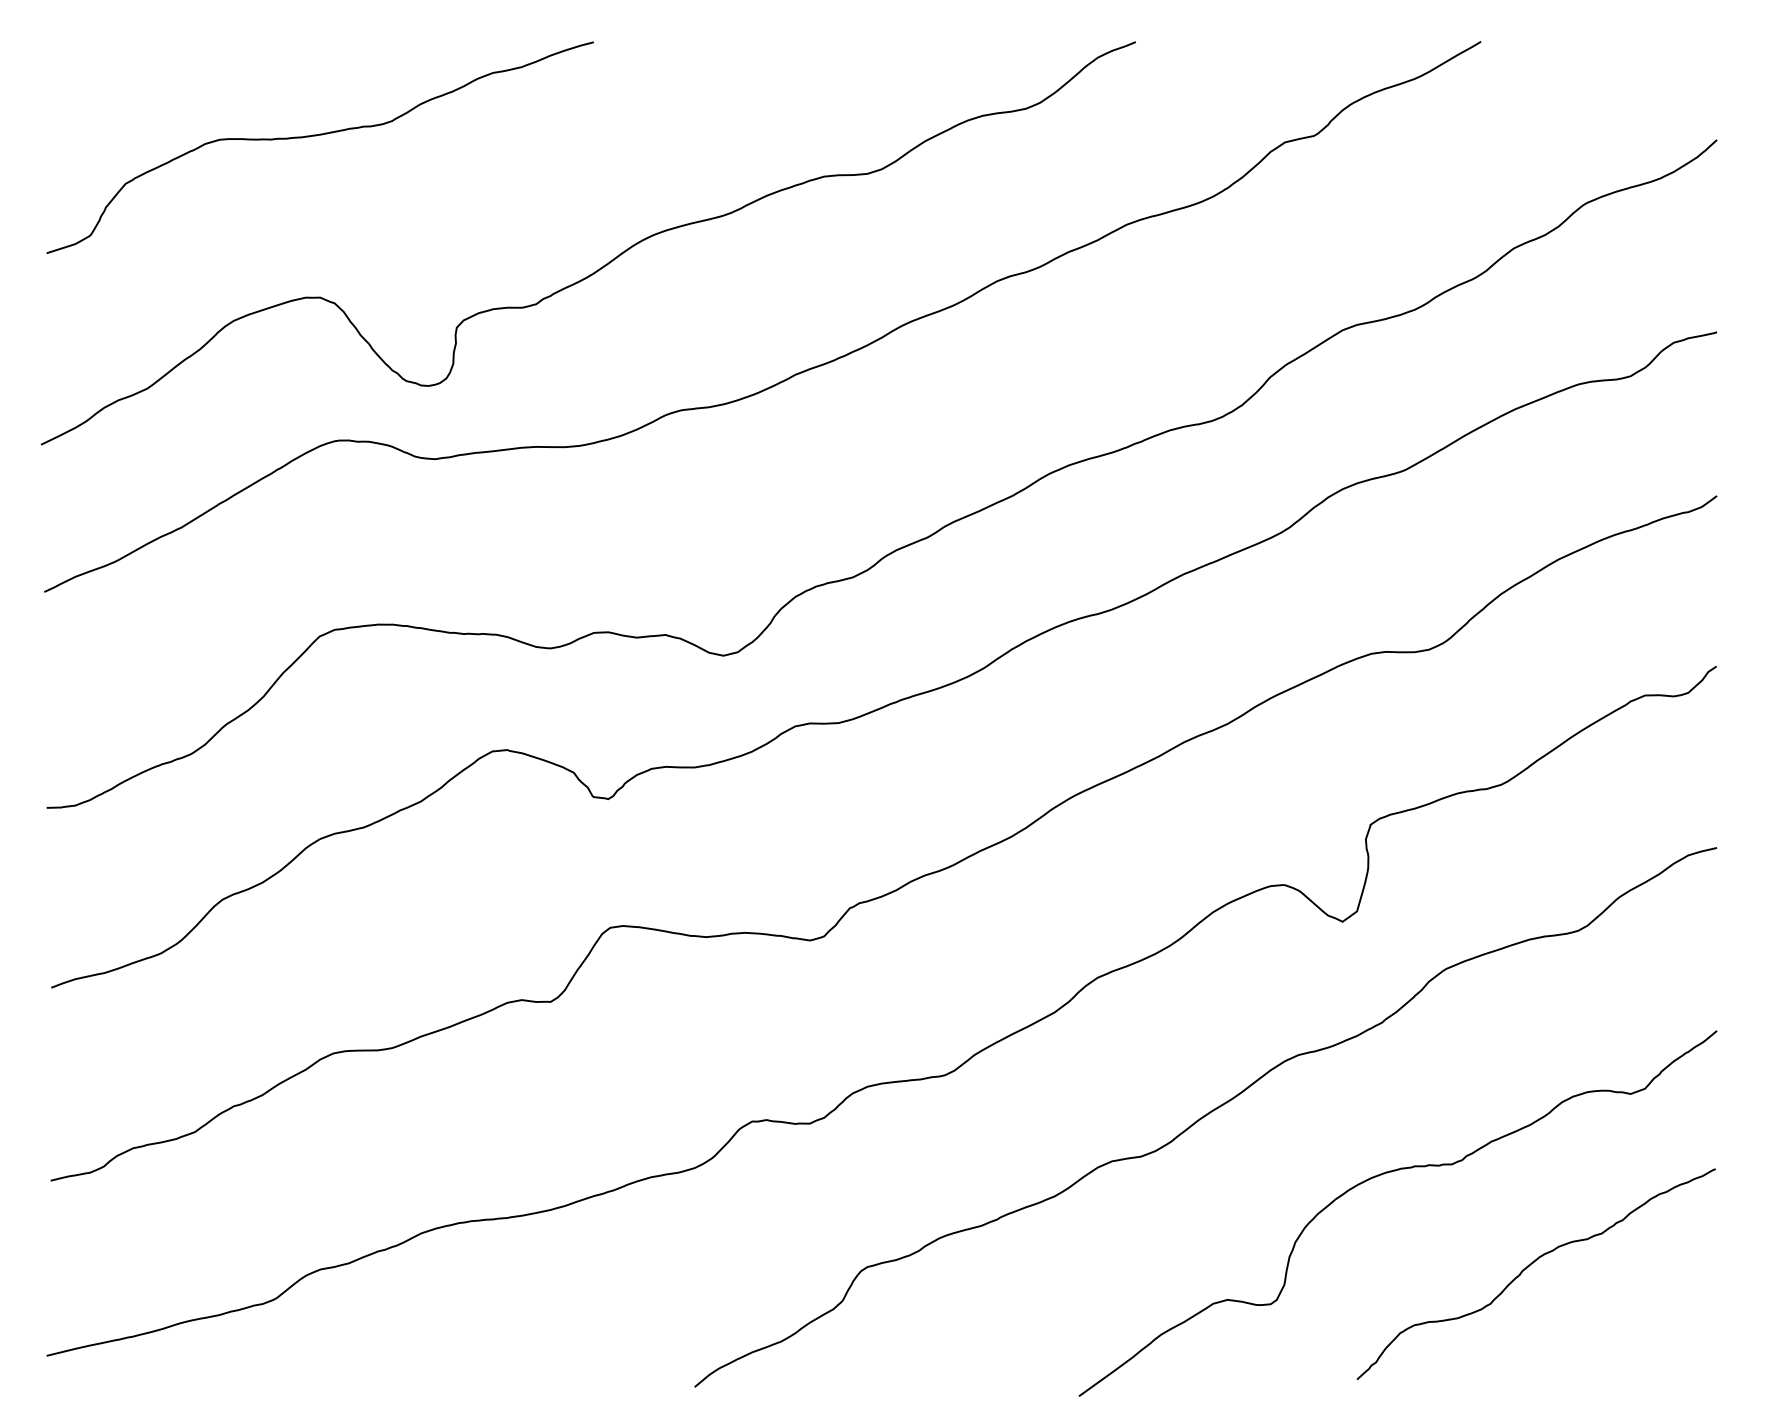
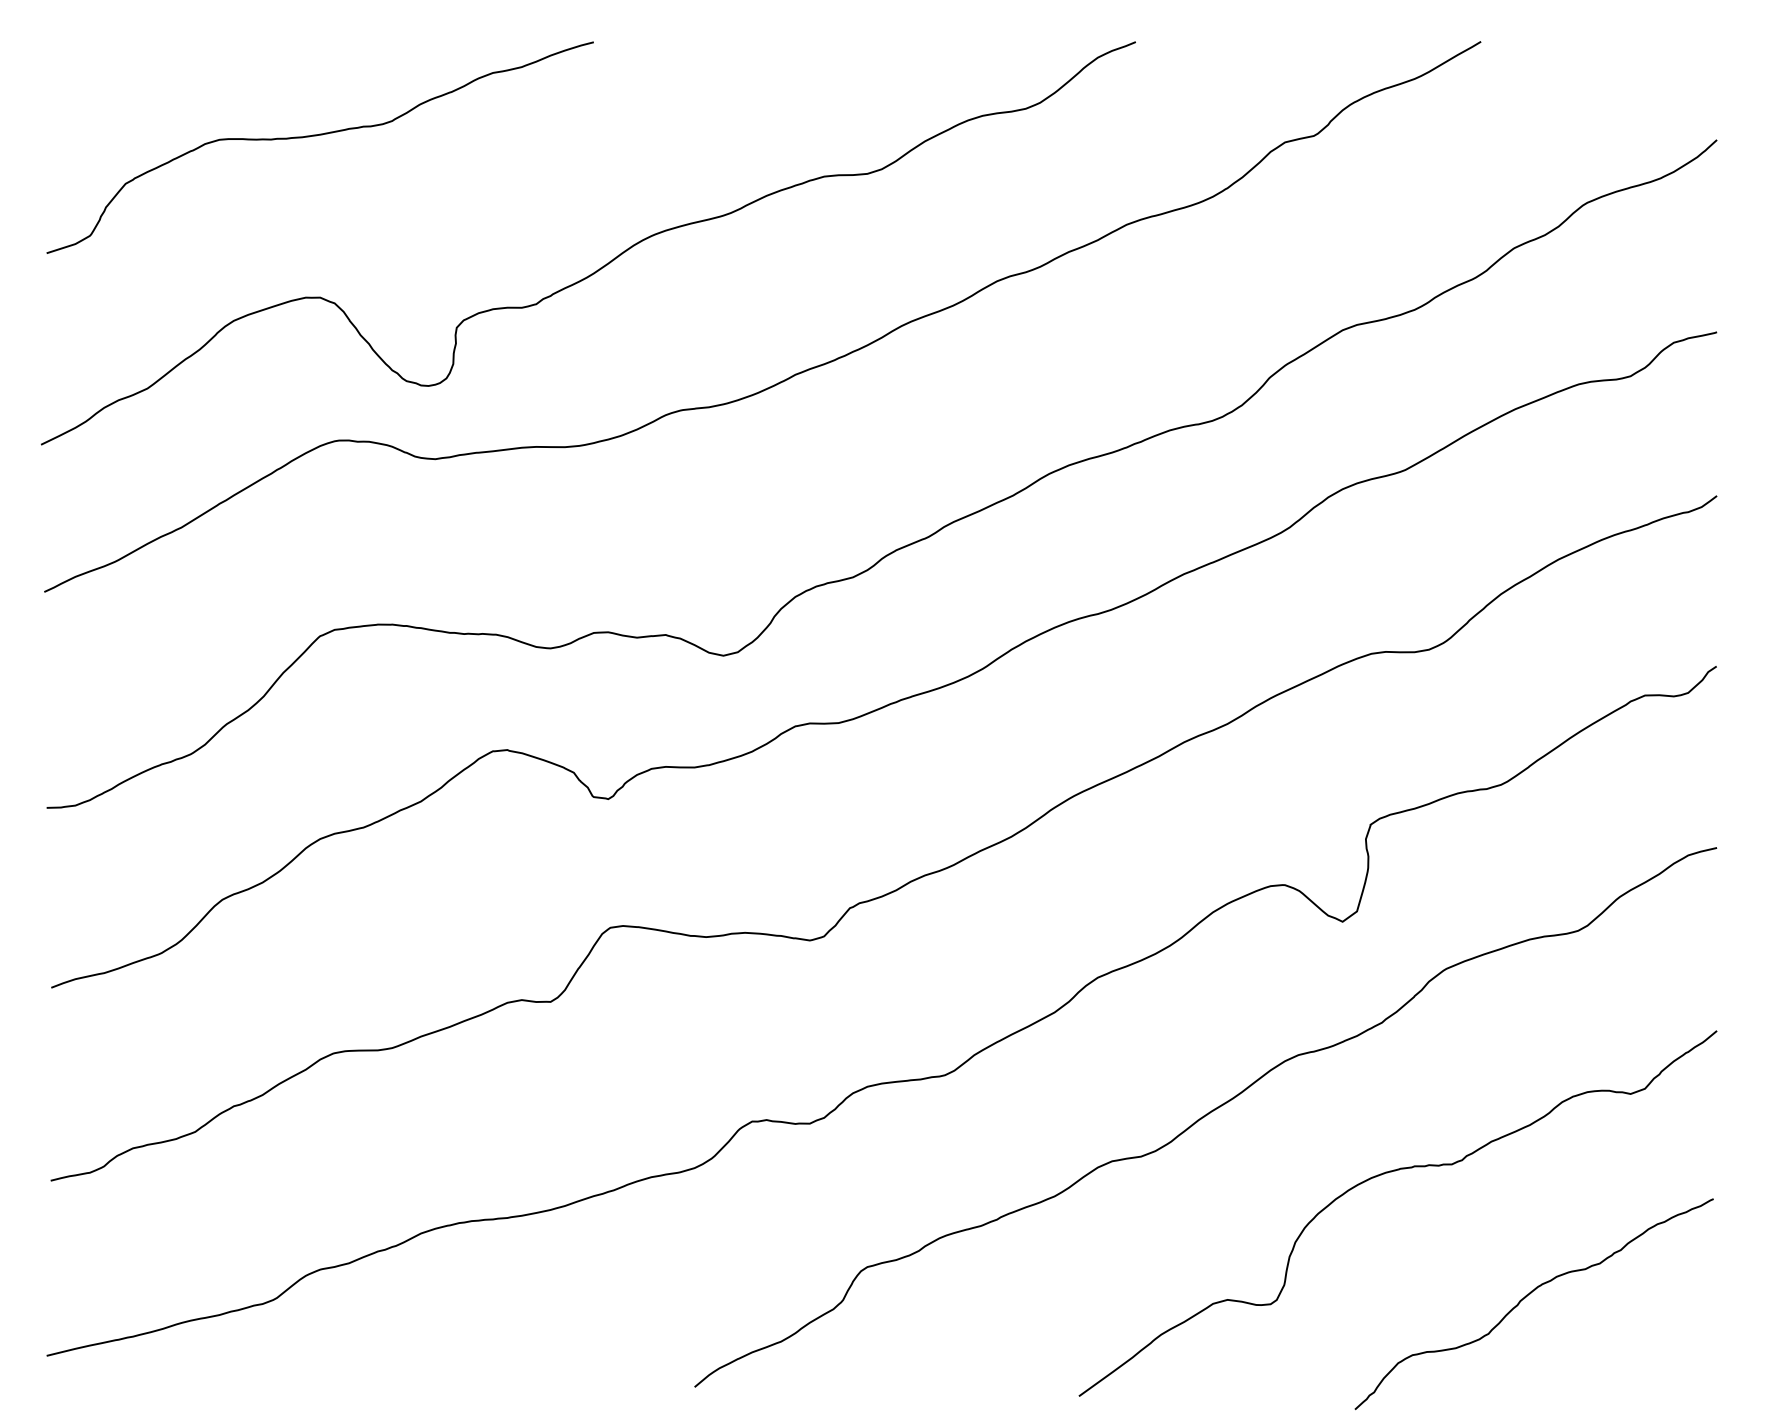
curve at (1528, 1267) position: (1528, 1267) -> (1526, 1297)
